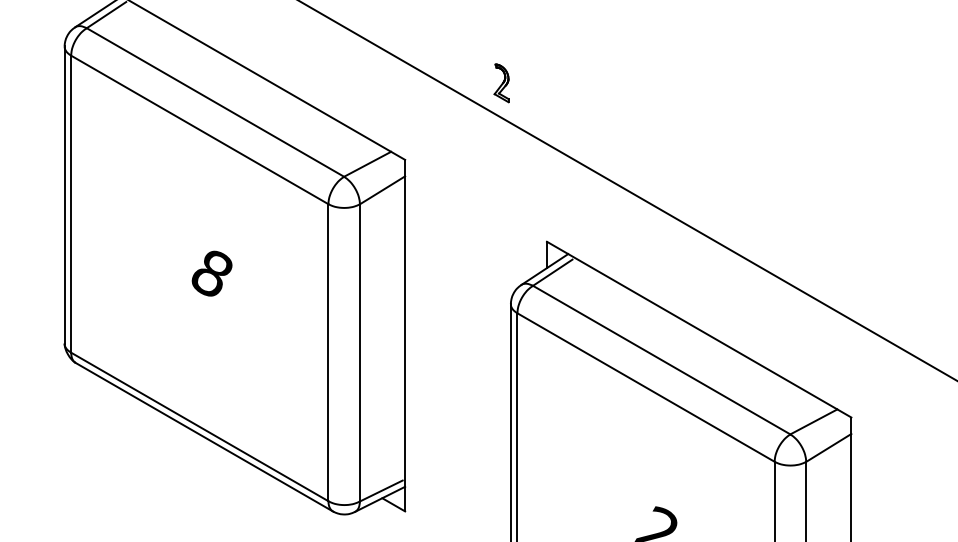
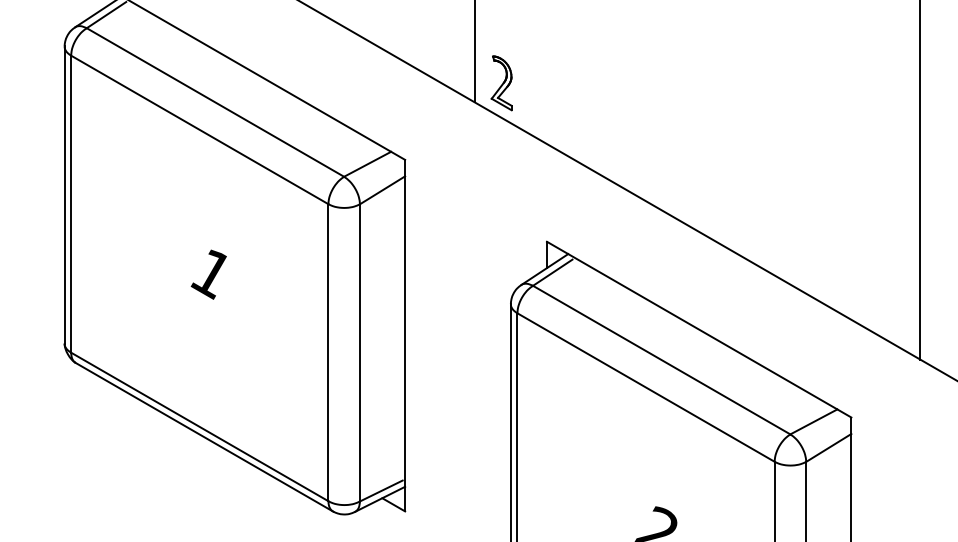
line at (474, 52): none -> present
part at (501, 83) size: 17x41 px -> 23x57 px
line at (920, 180): none -> present
text at (211, 274): 8 -> 1
